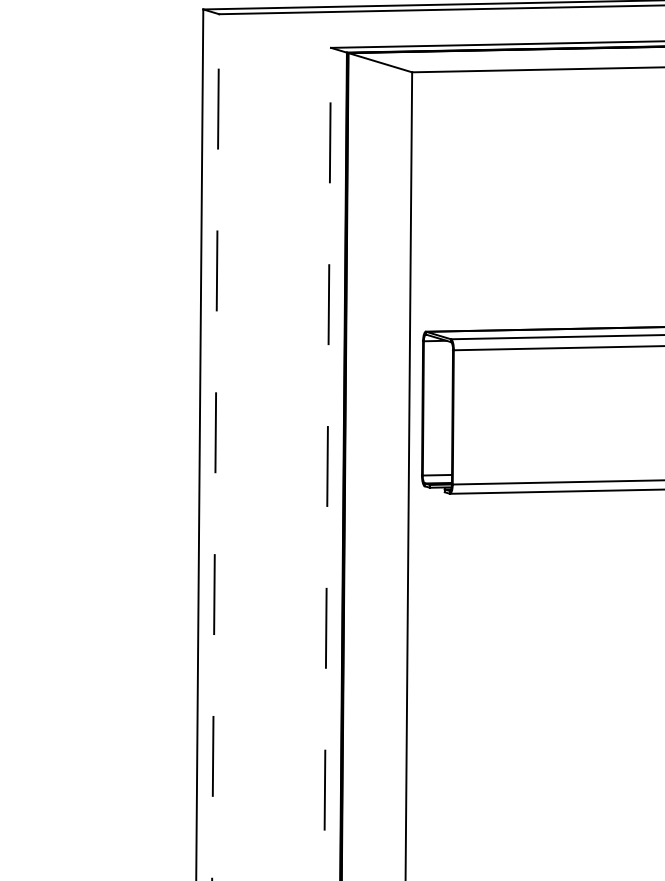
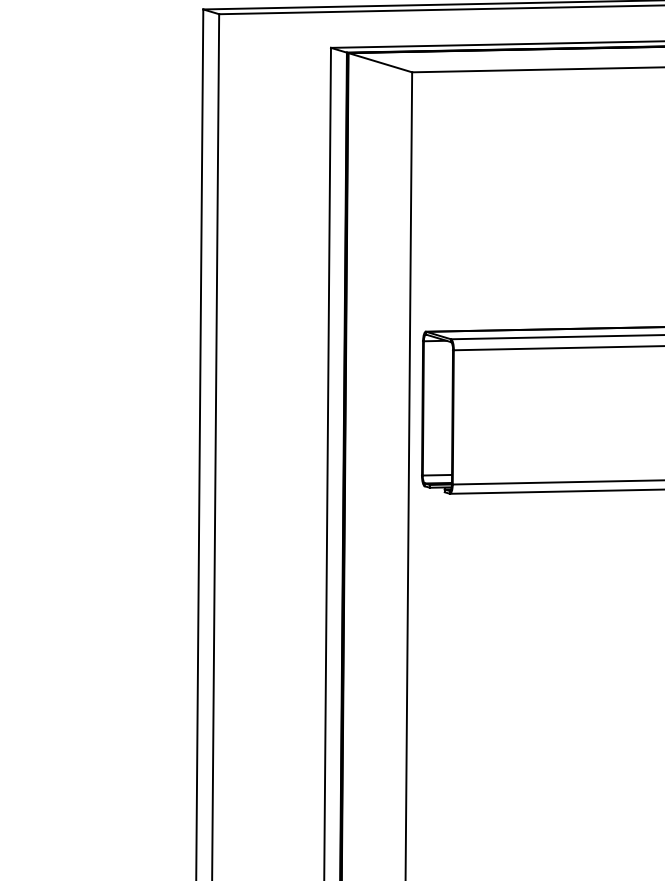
line at (215, 447): dashed -> solid
line at (327, 463): dashed -> solid
